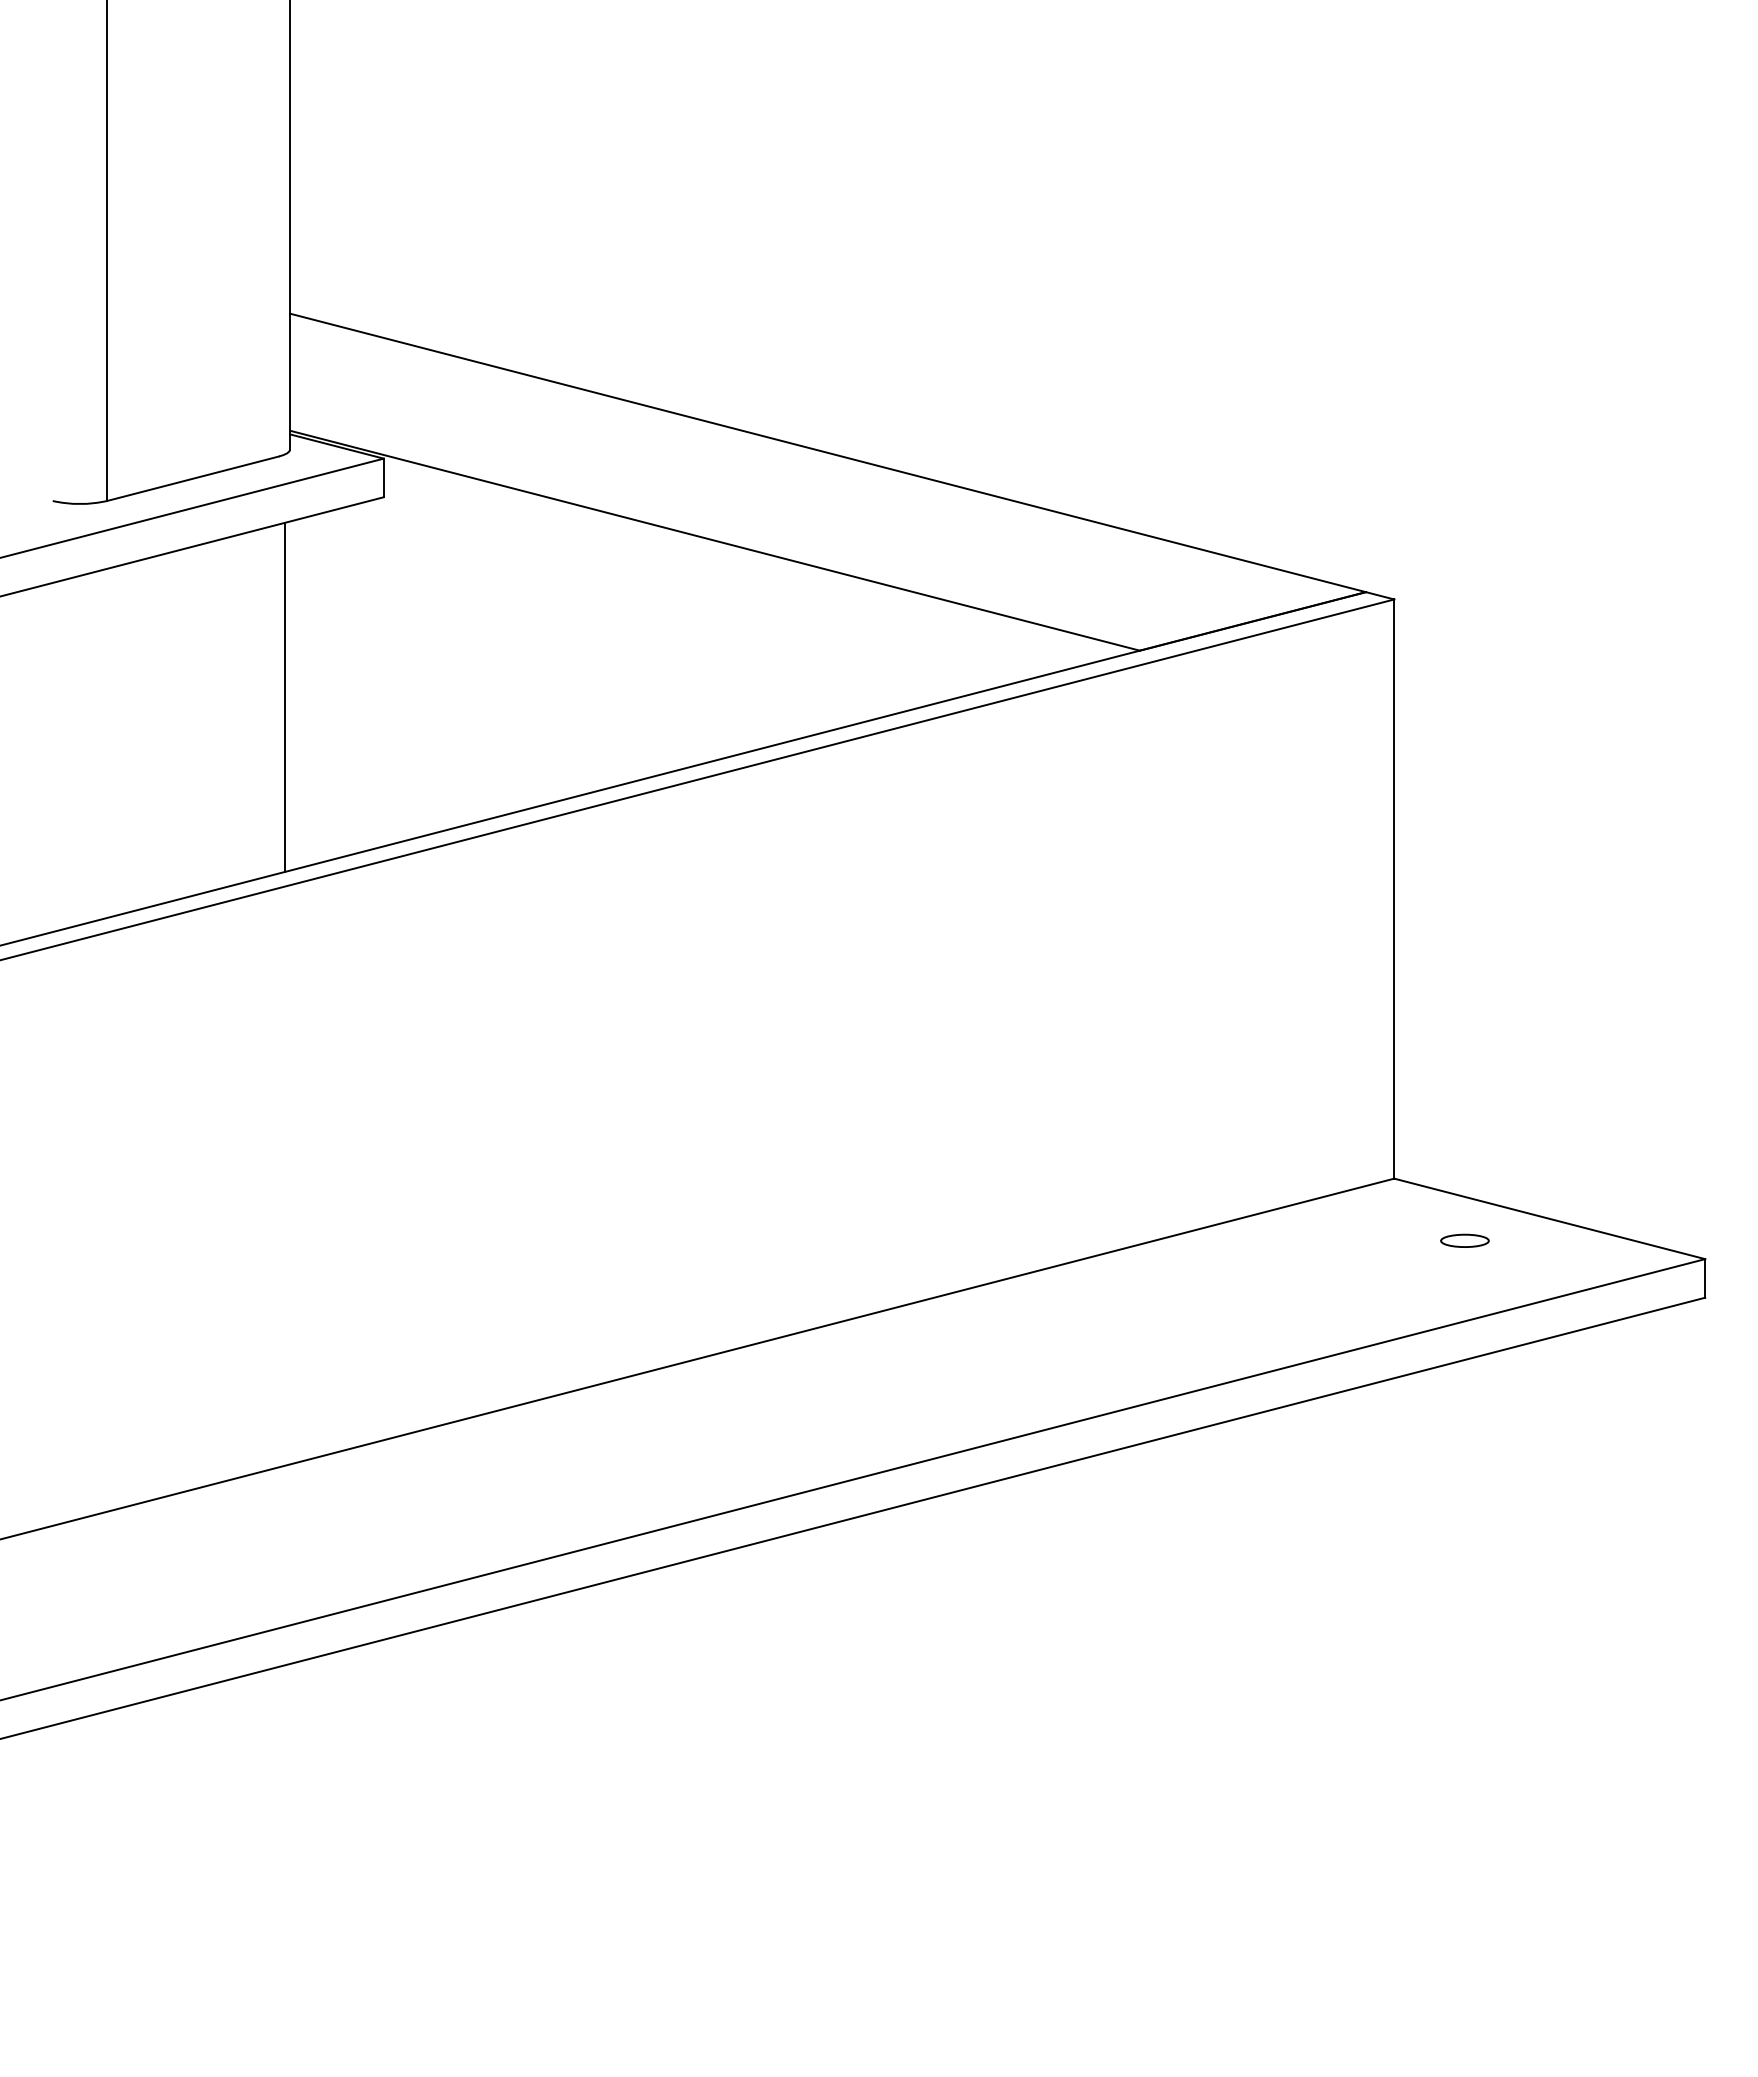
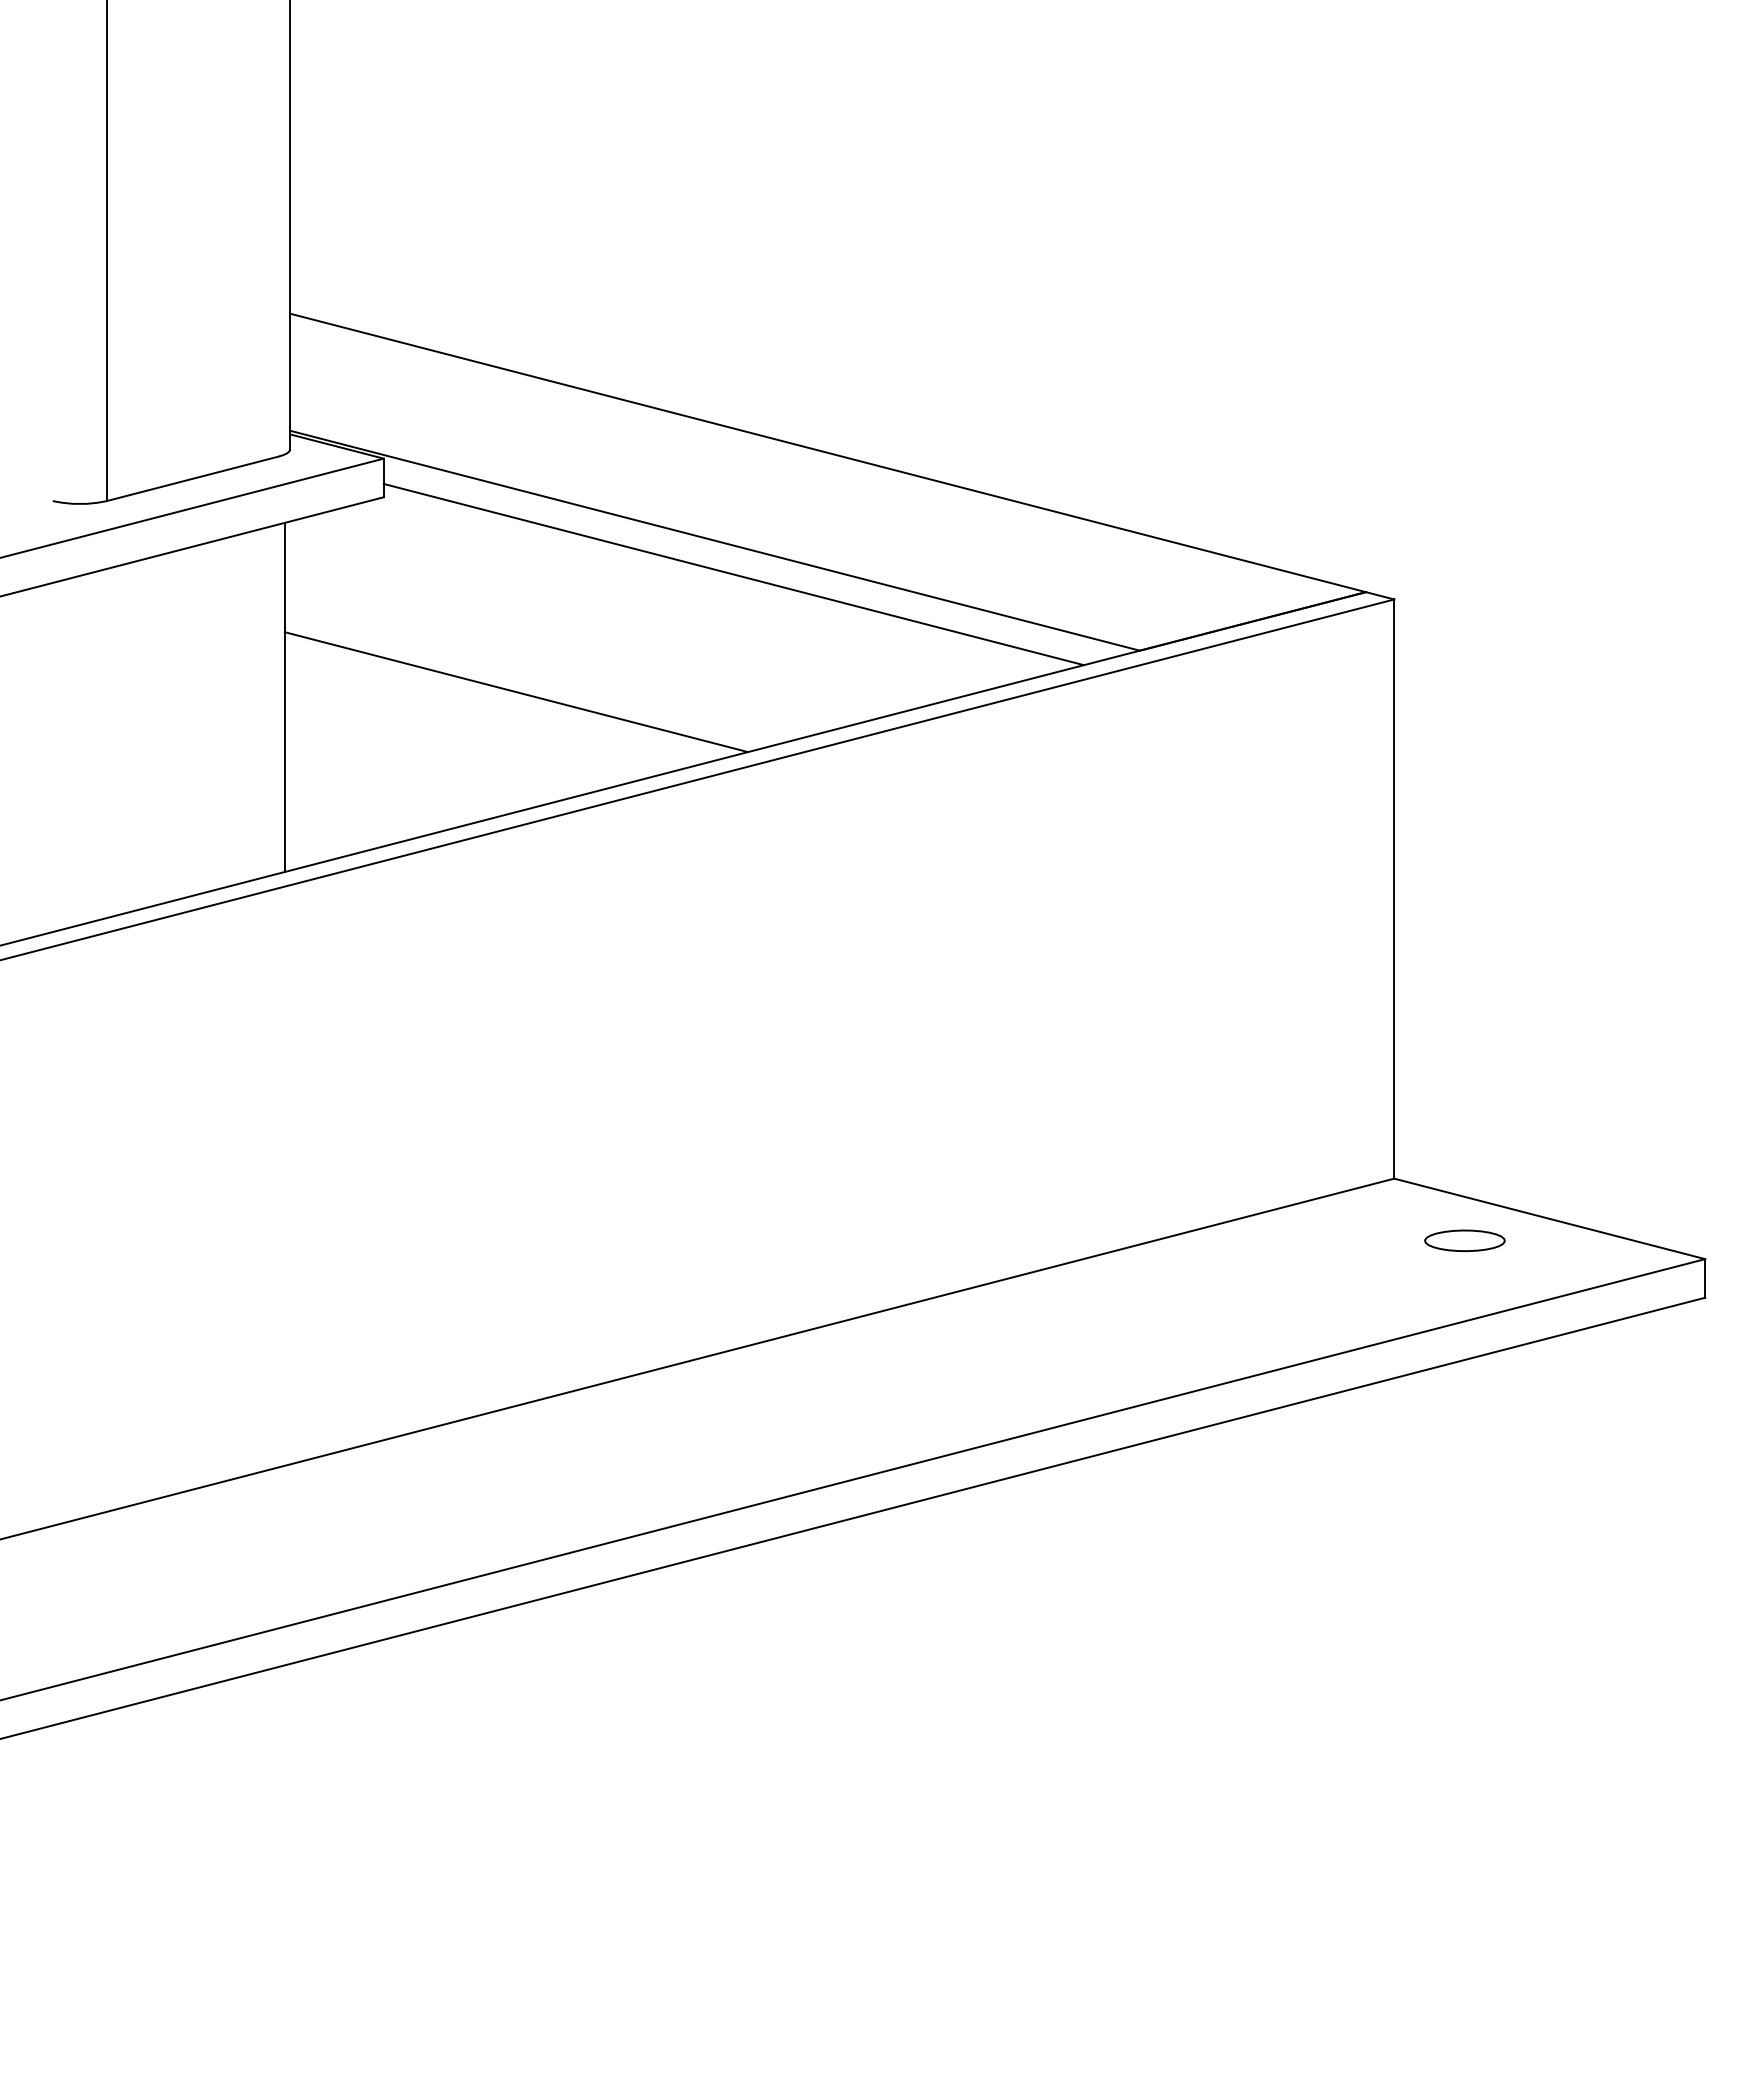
line at (733, 574): none -> present
line at (516, 692): none -> present
part at (1464, 1240) size: 50x15 px -> 82x24 px
